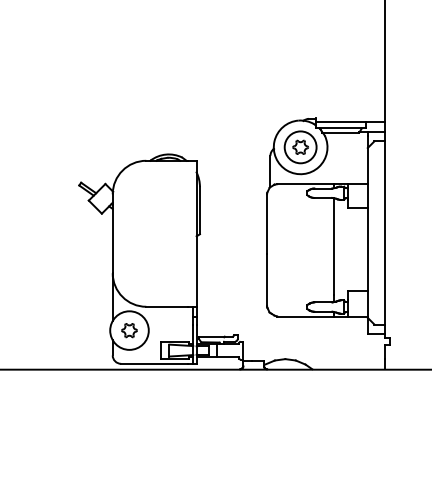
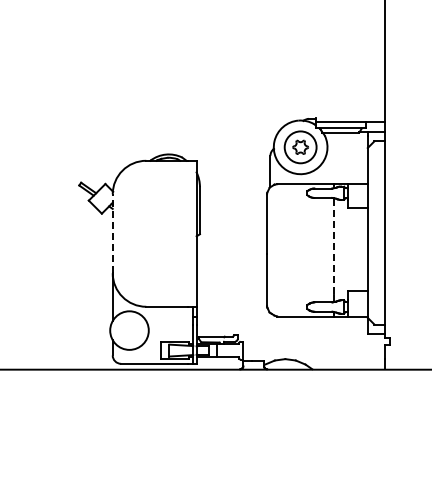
line at (112, 233): solid -> dashed
line at (334, 247): solid -> dashed
part at (129, 330): present -> none
